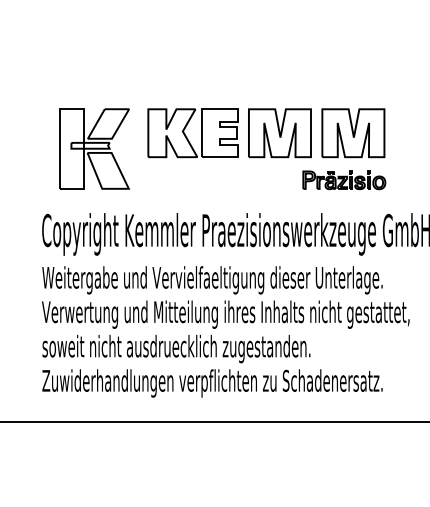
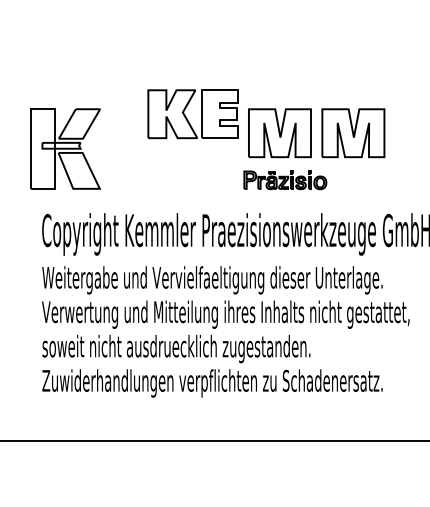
part at (186, 135) position: (186, 135) -> (186, 116)
part at (94, 148) position: (94, 148) -> (65, 148)
part at (344, 180) position: (344, 180) -> (285, 180)
line at (214, 421) position: (214, 421) -> (214, 440)
